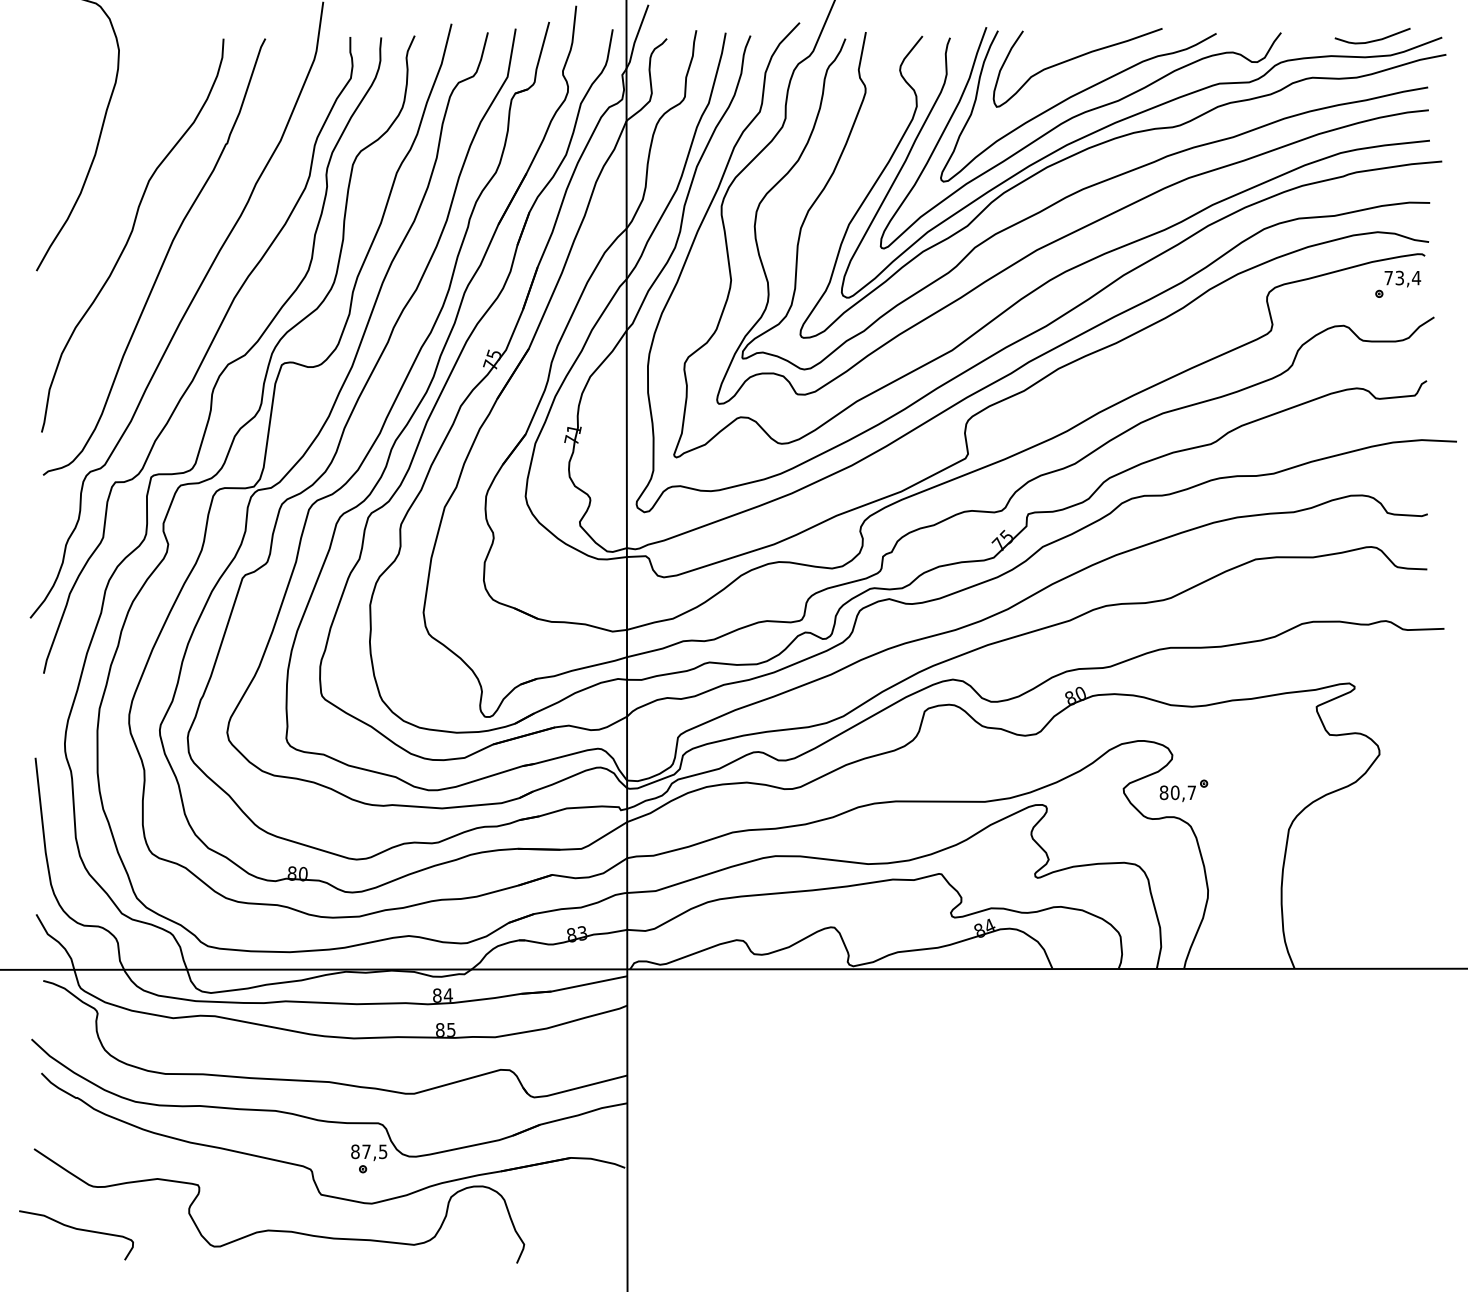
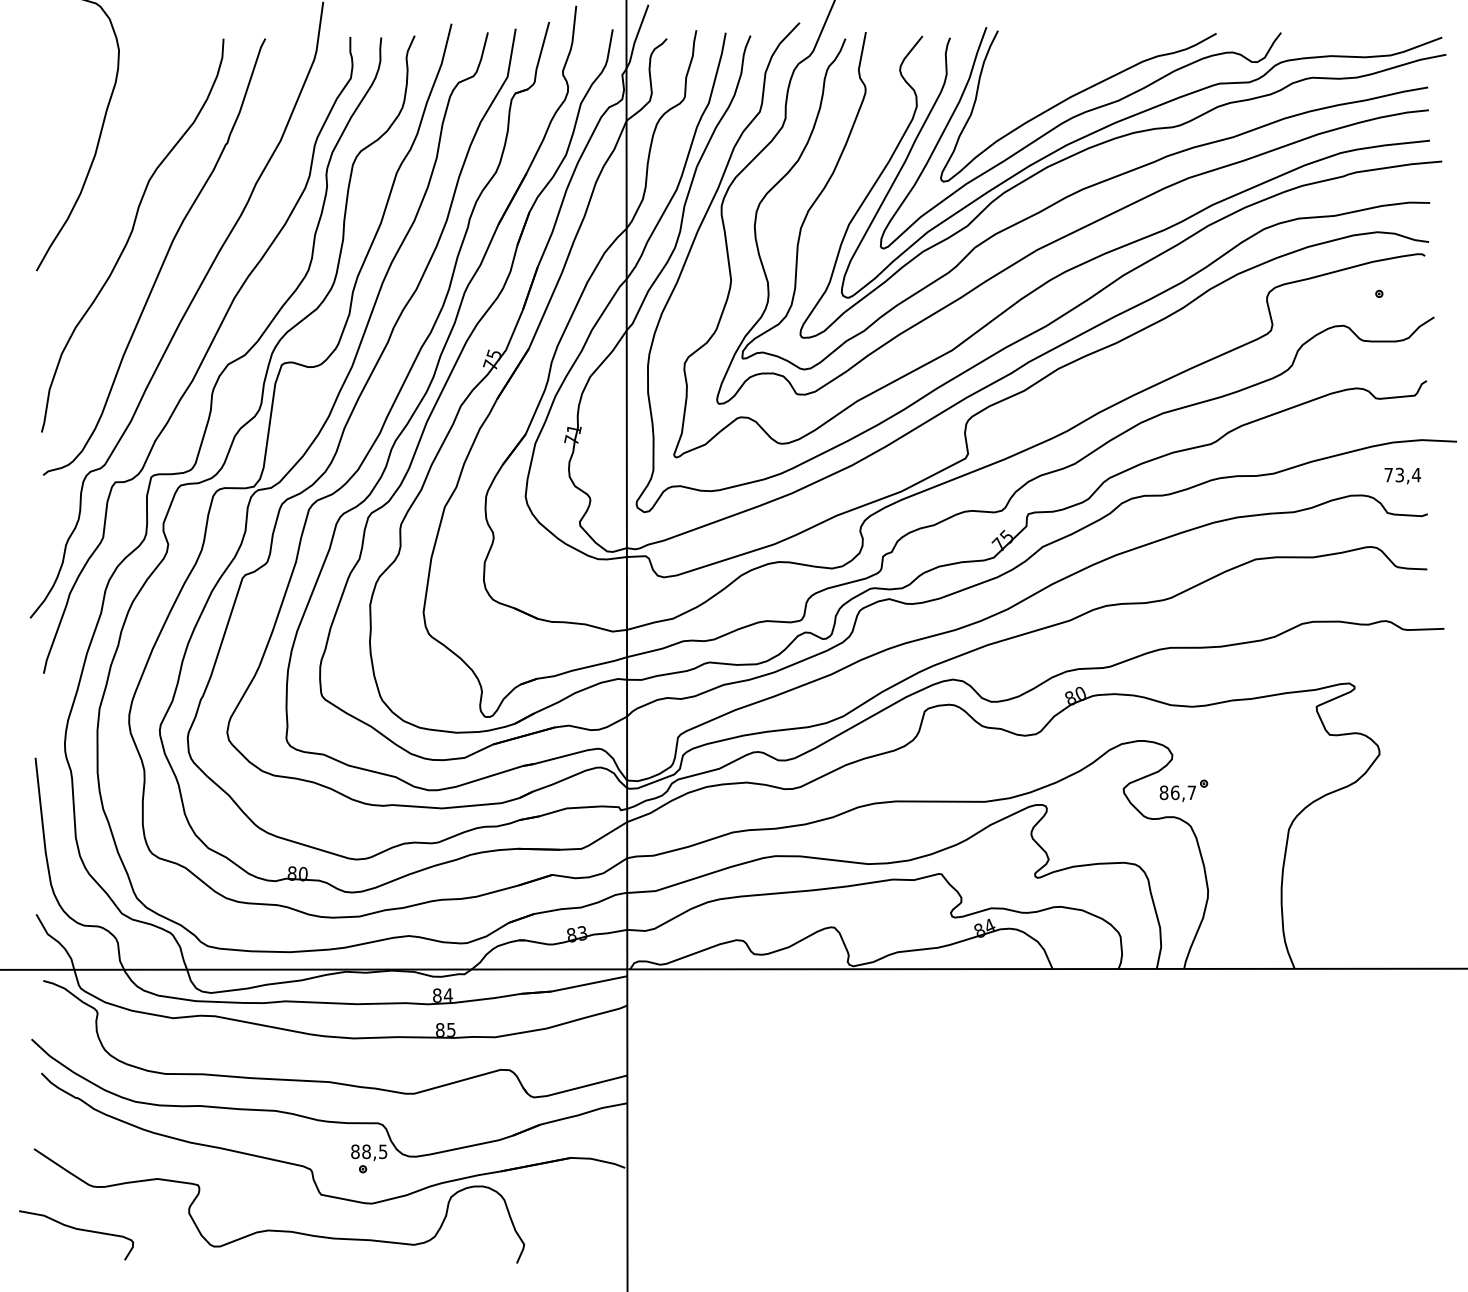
curve at (1372, 40): present -> none
curve at (1074, 59): present -> none
text at (1402, 278) position: (1402, 278) -> (1402, 475)
text at (1175, 792): 80,7 -> 86,7
text at (366, 1151): 87,5 -> 88,5
